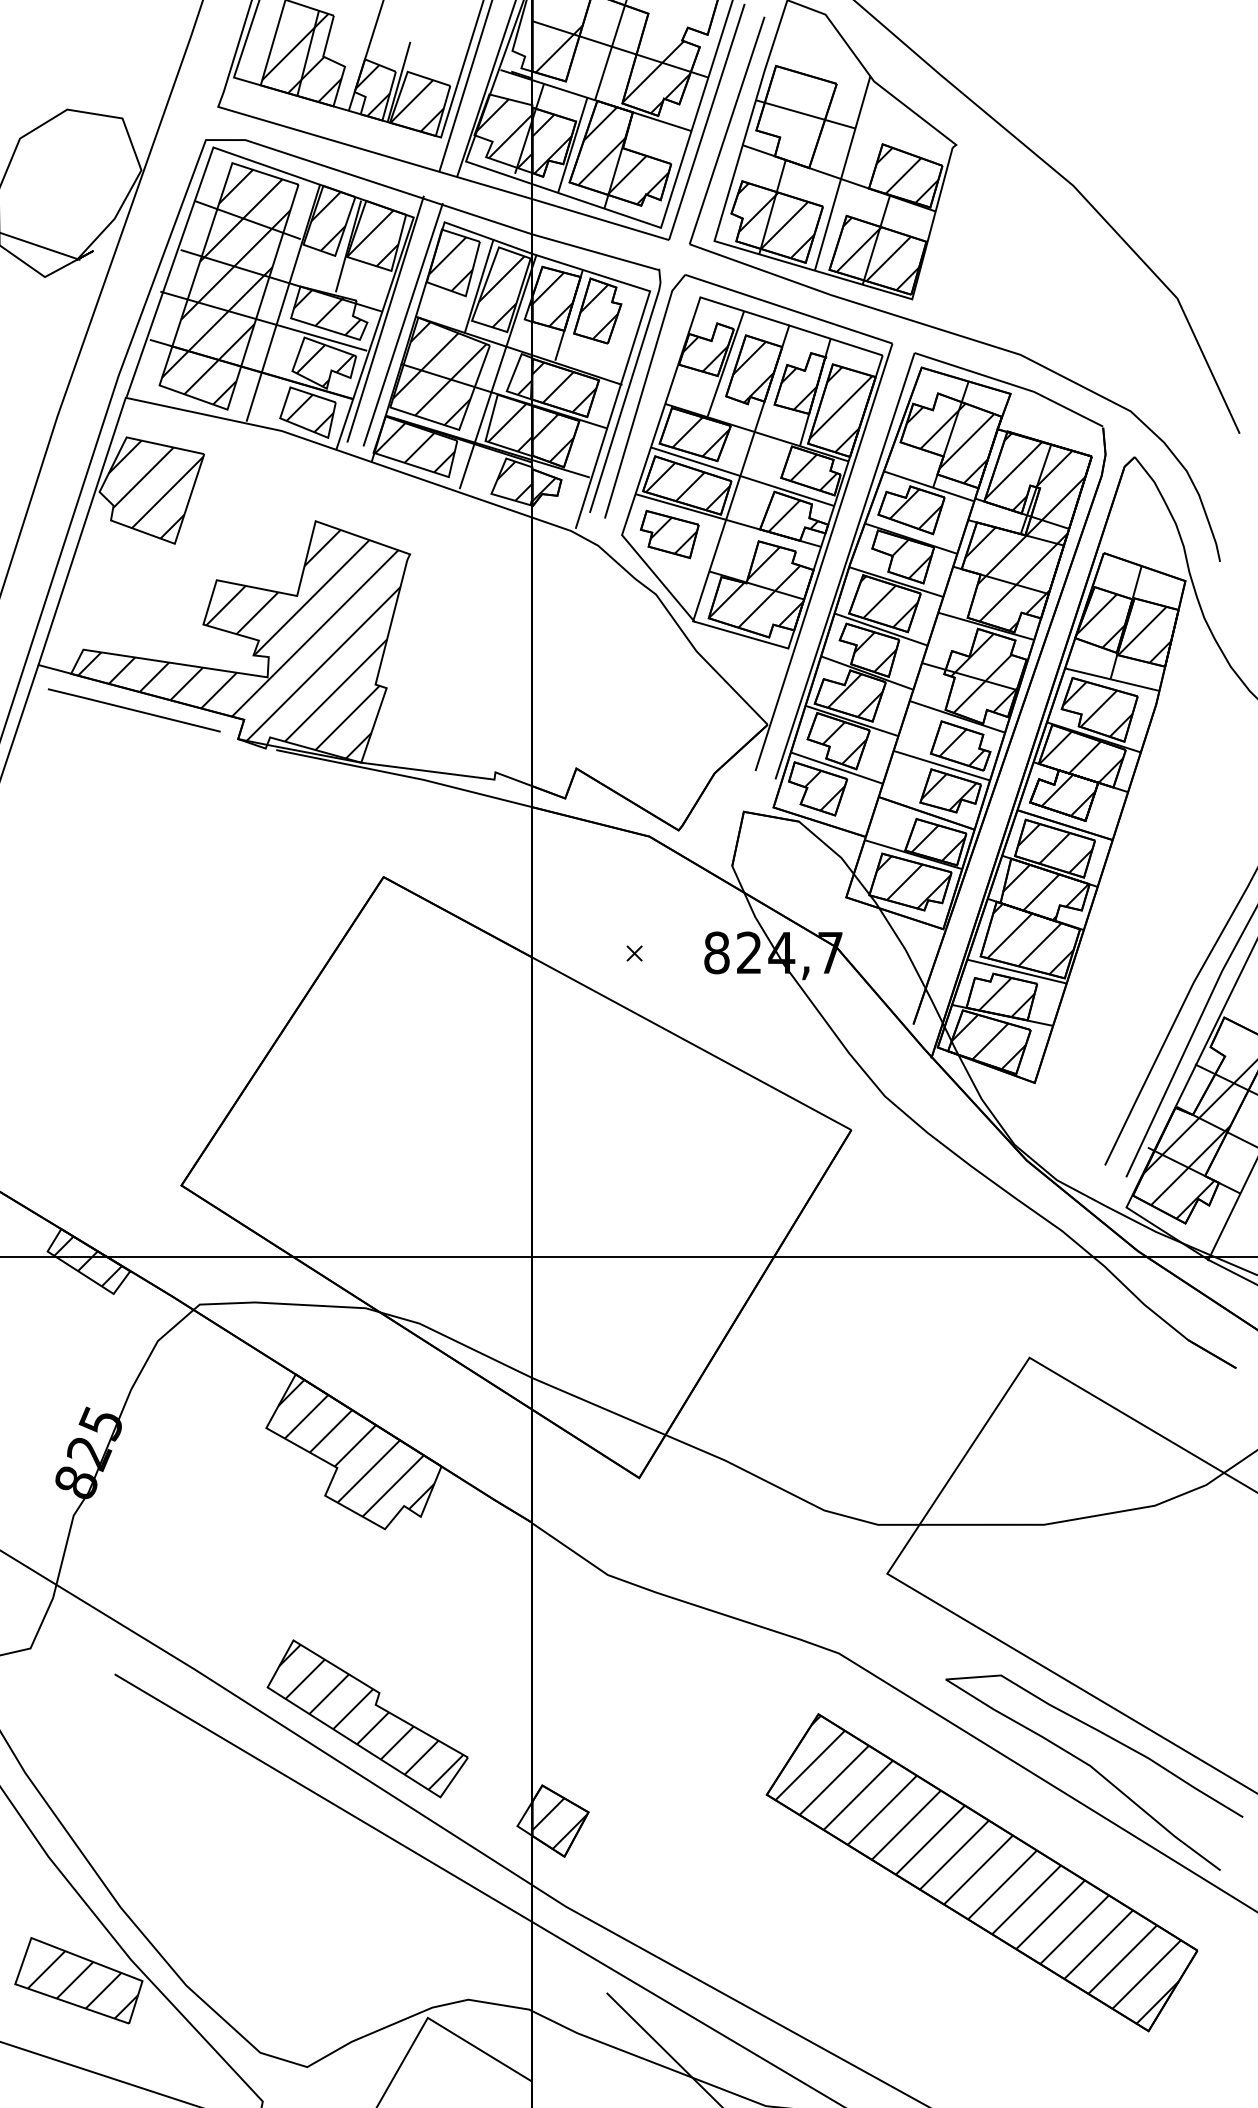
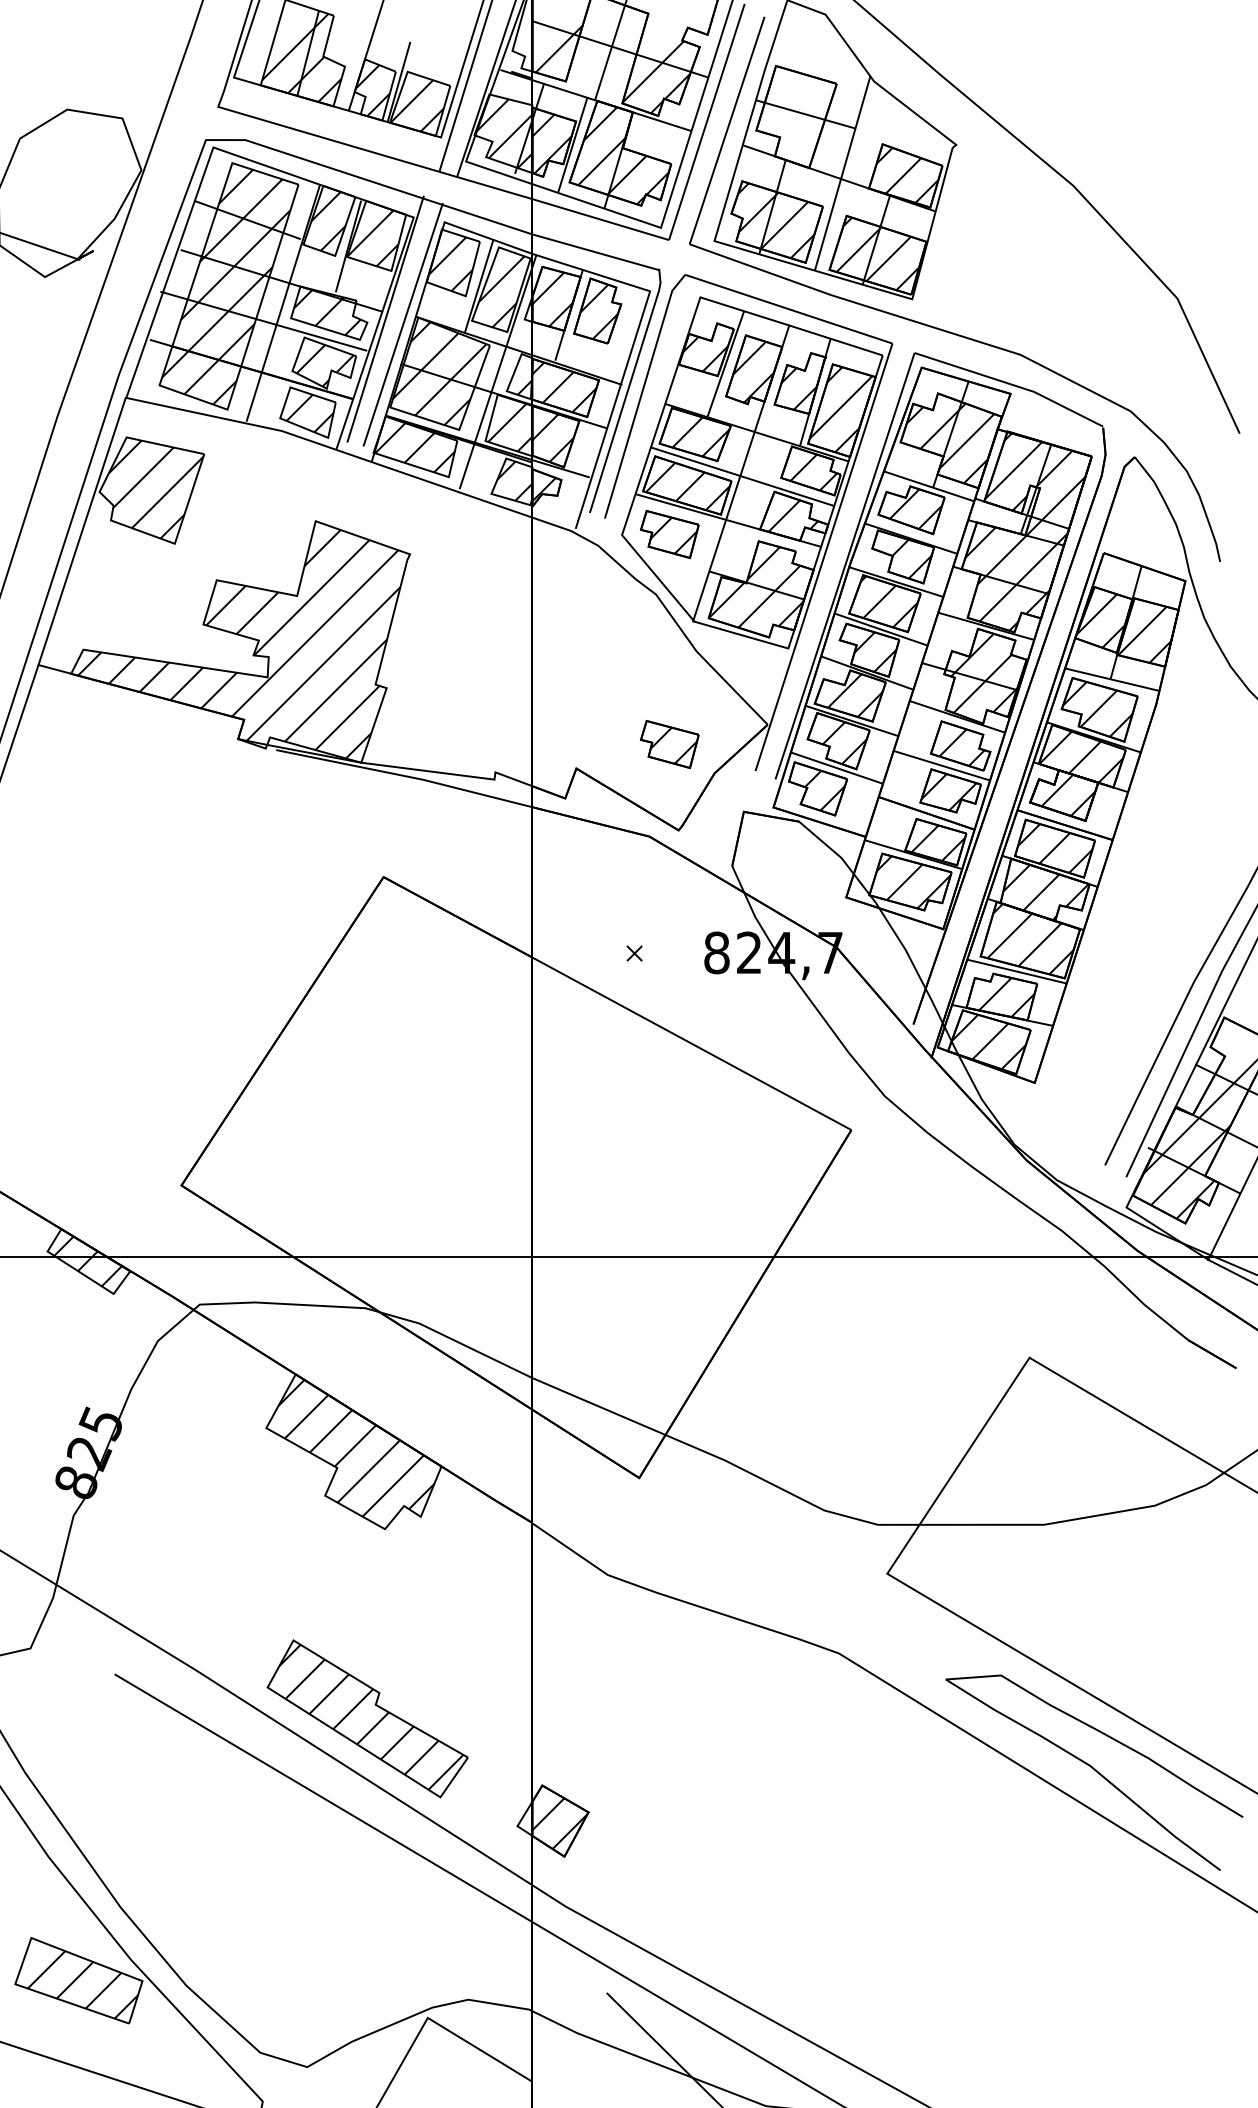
line at (134, 710): present -> none
part at (669, 744): none -> present
part at (981, 1872): present -> none
